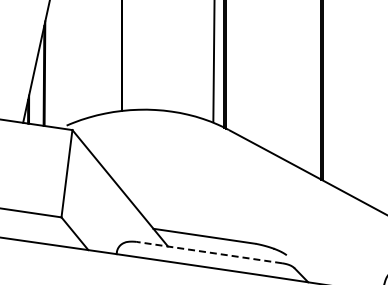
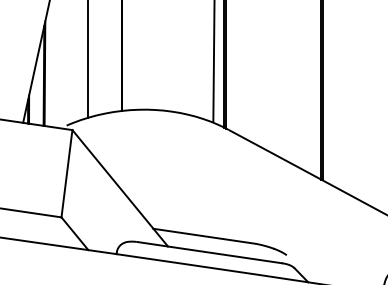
line at (87, 59): none -> present
line at (210, 252): dashed -> solid
